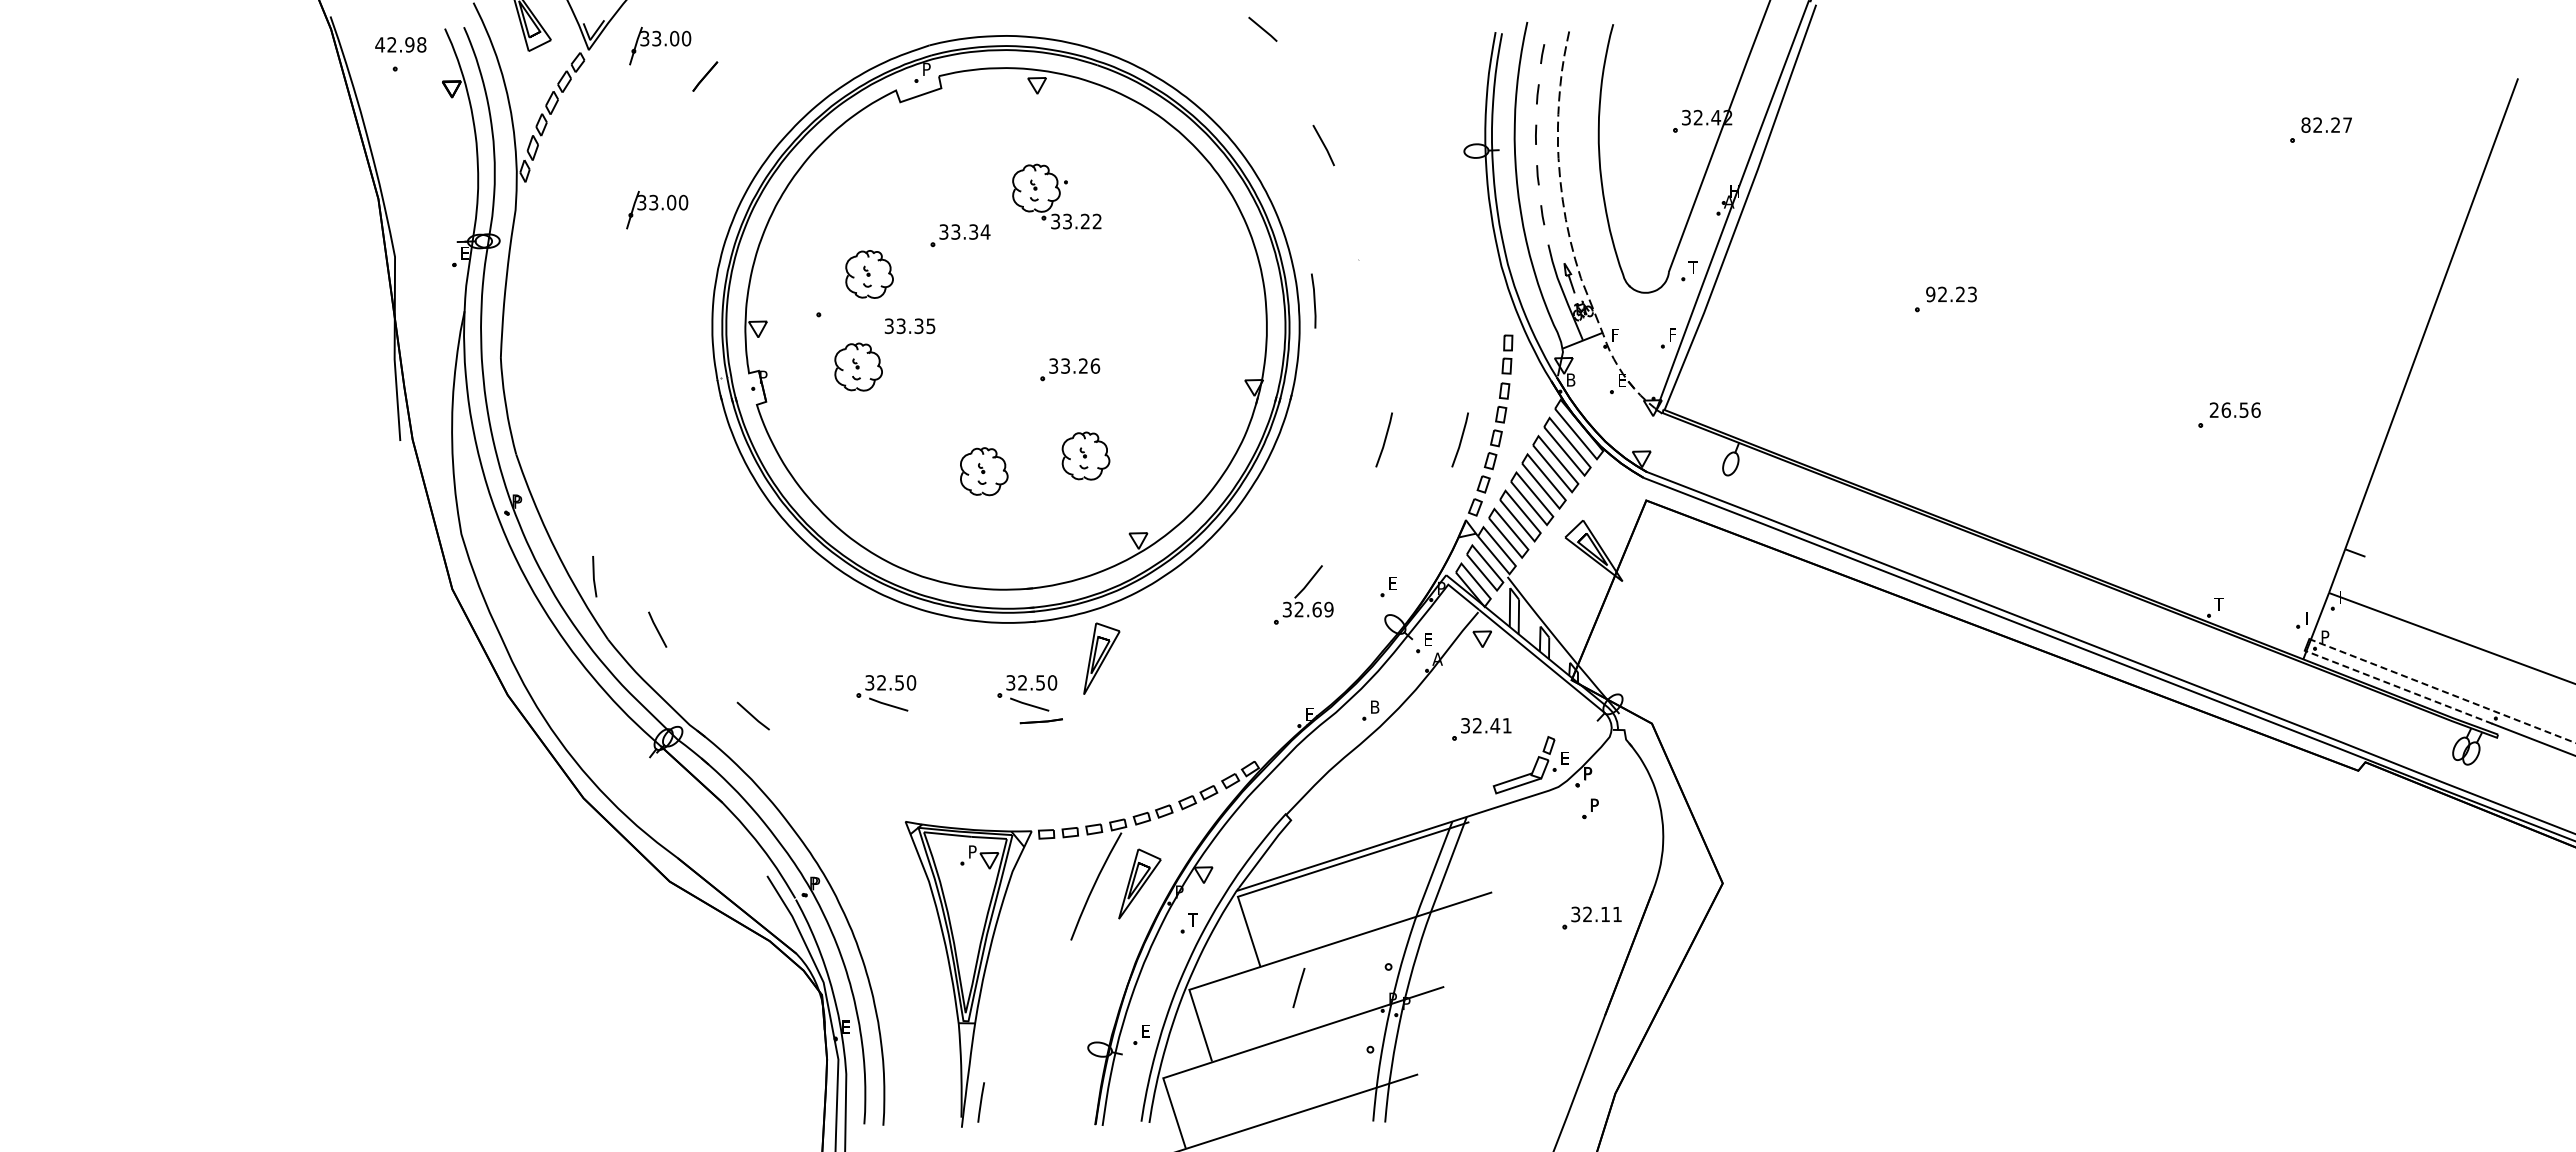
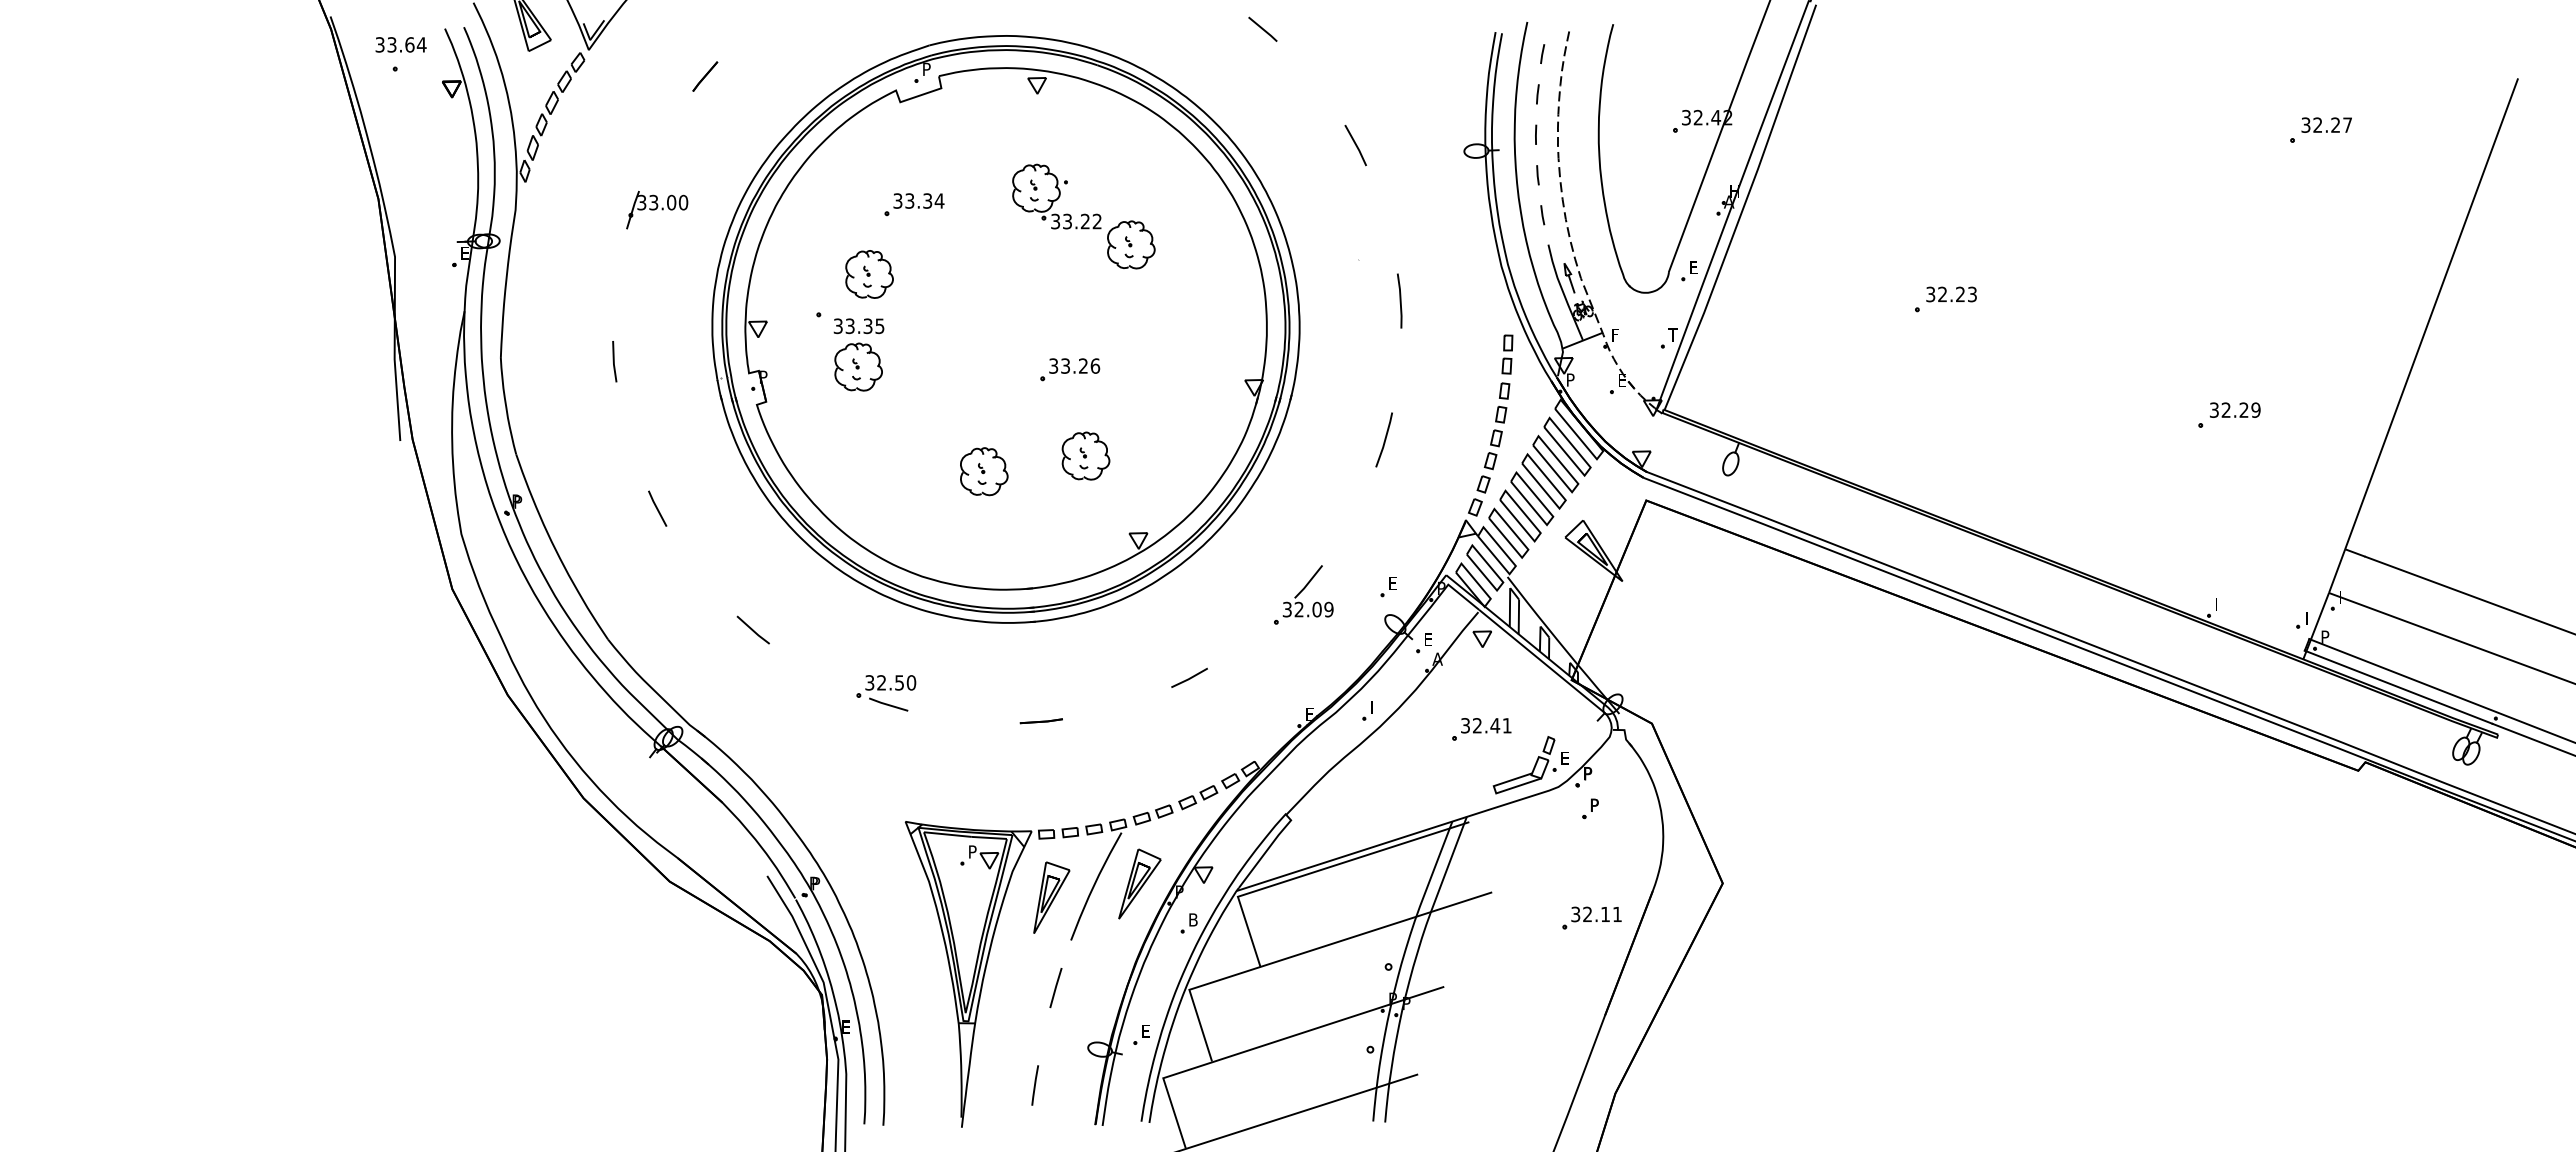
text at (400, 44): 42.98 -> 33.64
part at (660, 45): present -> none
text at (2305, 124): 82.27 -> 32.27
line at (1323, 145) position: (1323, 145) -> (1355, 145)
part at (960, 235) position: (960, 235) -> (914, 204)
part at (1131, 244): none -> present
text at (1692, 267): T -> E
text at (1930, 294): 92.23 -> 32.23
line at (1313, 300) position: (1313, 300) -> (1399, 300)
text at (909, 326) position: (909, 326) -> (858, 326)
text at (1672, 334): F -> T
text at (1571, 379): B -> P
text at (2235, 409): 26.56 -> 32.29
line at (1460, 439): present -> none
line at (594, 576) position: (594, 576) -> (614, 361)
line at (2468, 594): none -> present
text at (2218, 604): T -> I
text at (1316, 609): 32.69 -> 32.09
line at (657, 629) position: (657, 629) -> (657, 508)
part at (1101, 658) position: (1101, 658) -> (1051, 897)
line at (1189, 677): none -> present
line at (2398, 687): dashed -> solid
line at (2442, 691): dashed -> solid
part at (1027, 693): present -> none
text at (1375, 706): B -> I
line at (752, 715) position: (752, 715) -> (752, 629)
text at (1192, 919): T -> B
line at (1298, 988) position: (1298, 988) -> (1055, 988)
line at (980, 1102) position: (980, 1102) -> (1034, 1085)
